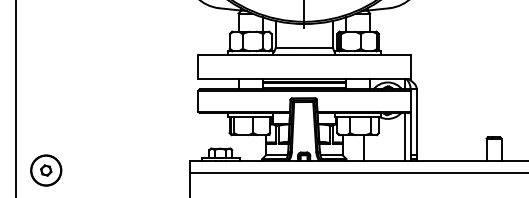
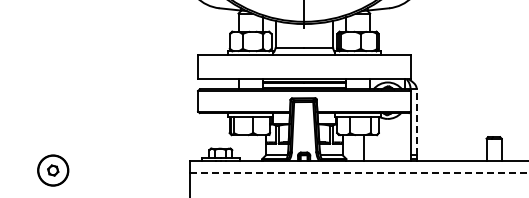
line at (15, 98): present -> none
line at (416, 121): solid -> dashed
line at (404, 136): present -> none
part at (46, 170) position: (46, 170) -> (53, 170)
line at (359, 172): solid -> dashed
